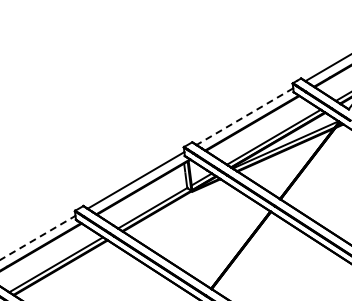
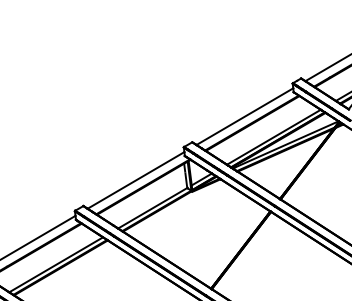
line at (244, 116): dashed -> solid
line at (37, 237): dashed -> solid
